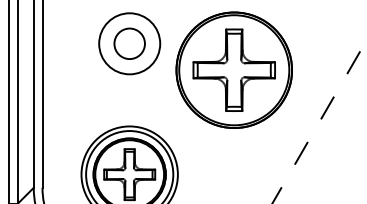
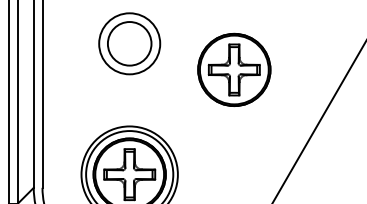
circle at (129, 43) diameter: 31 px -> 44 px
part at (233, 69) size: 118x118 px -> 75x75 px
line at (319, 121): dashed -> solid
